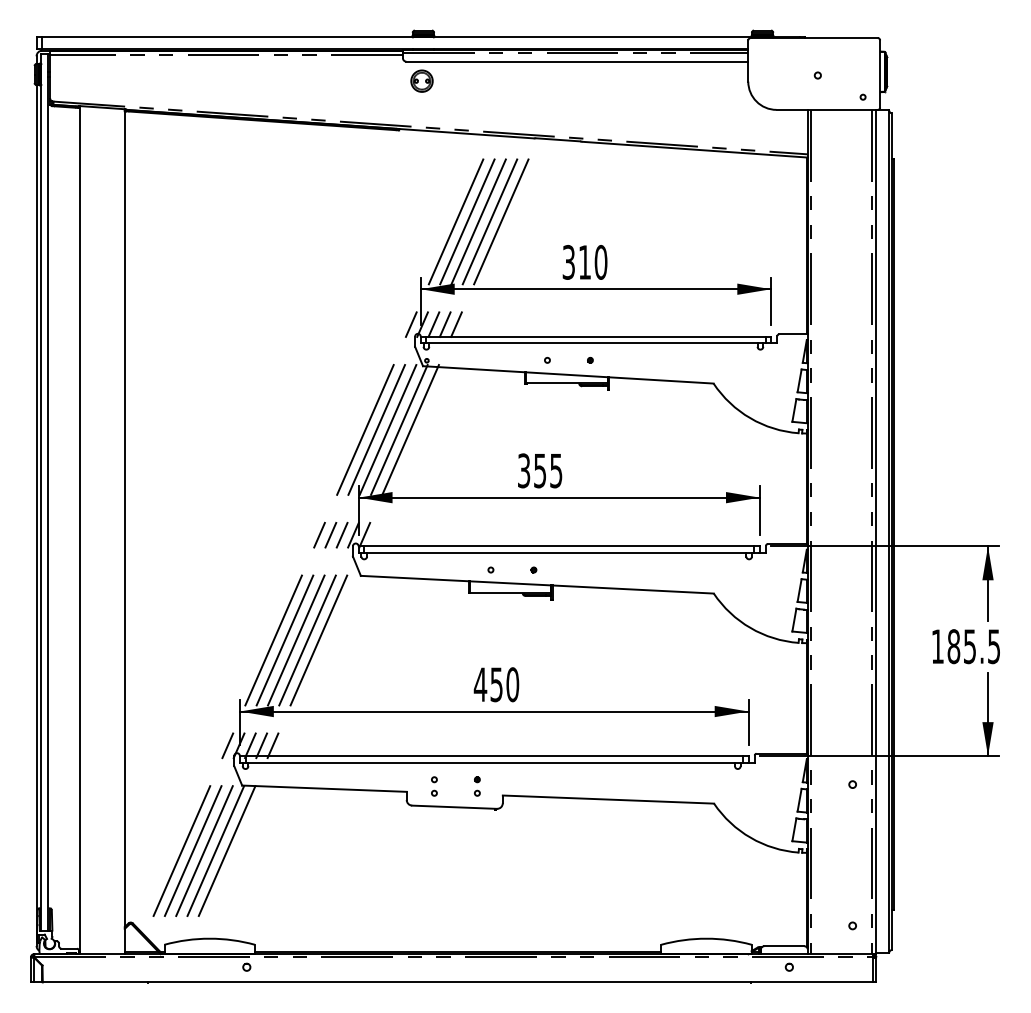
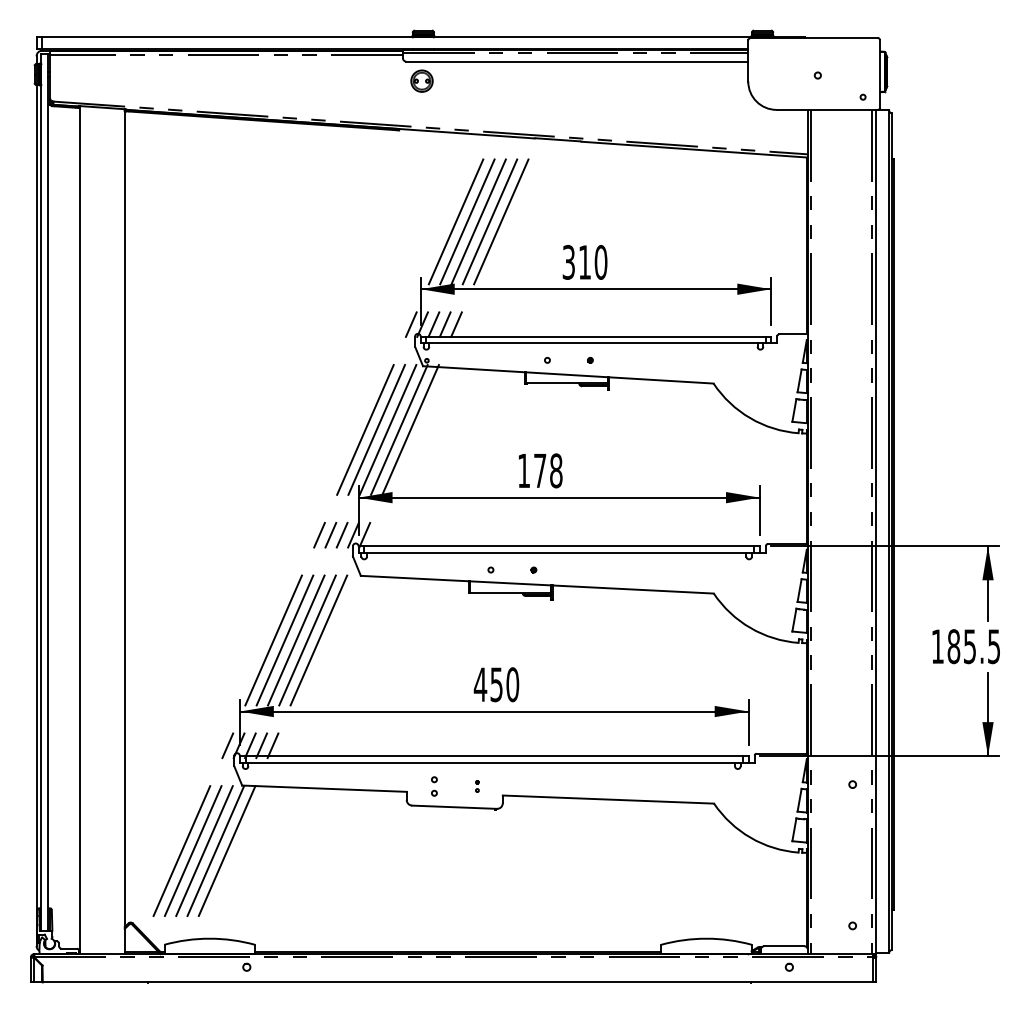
text at (540, 470): 355 -> 178
part at (477, 786) size: 7x21 px -> 5x13 px
